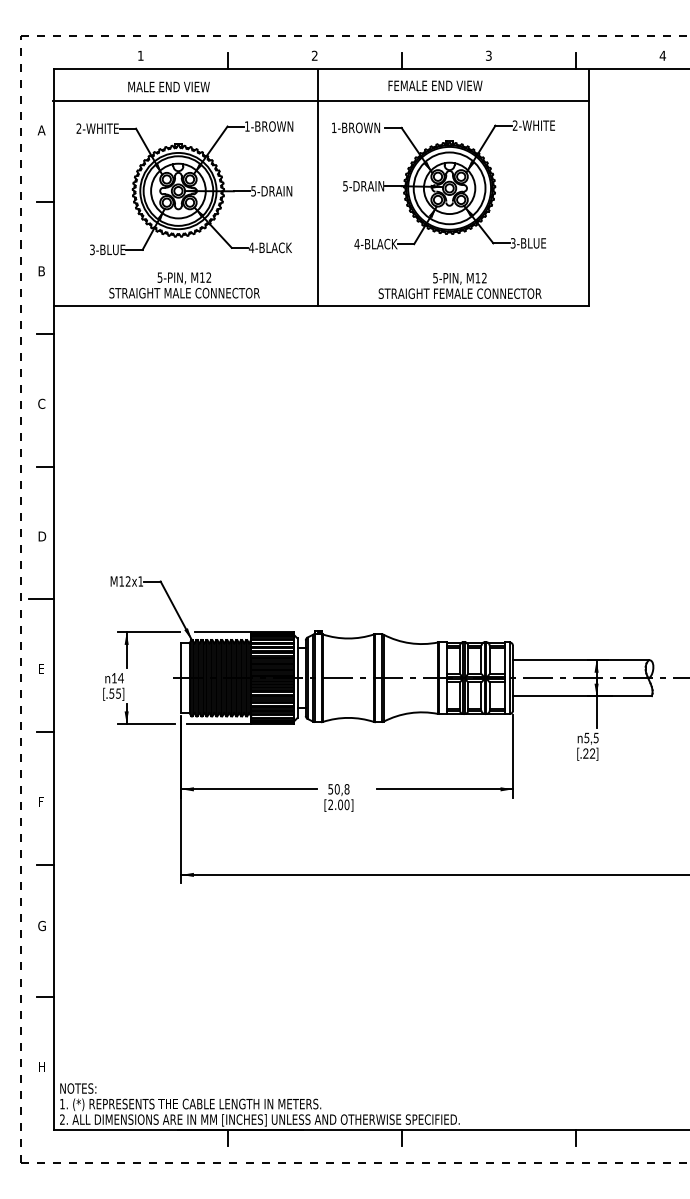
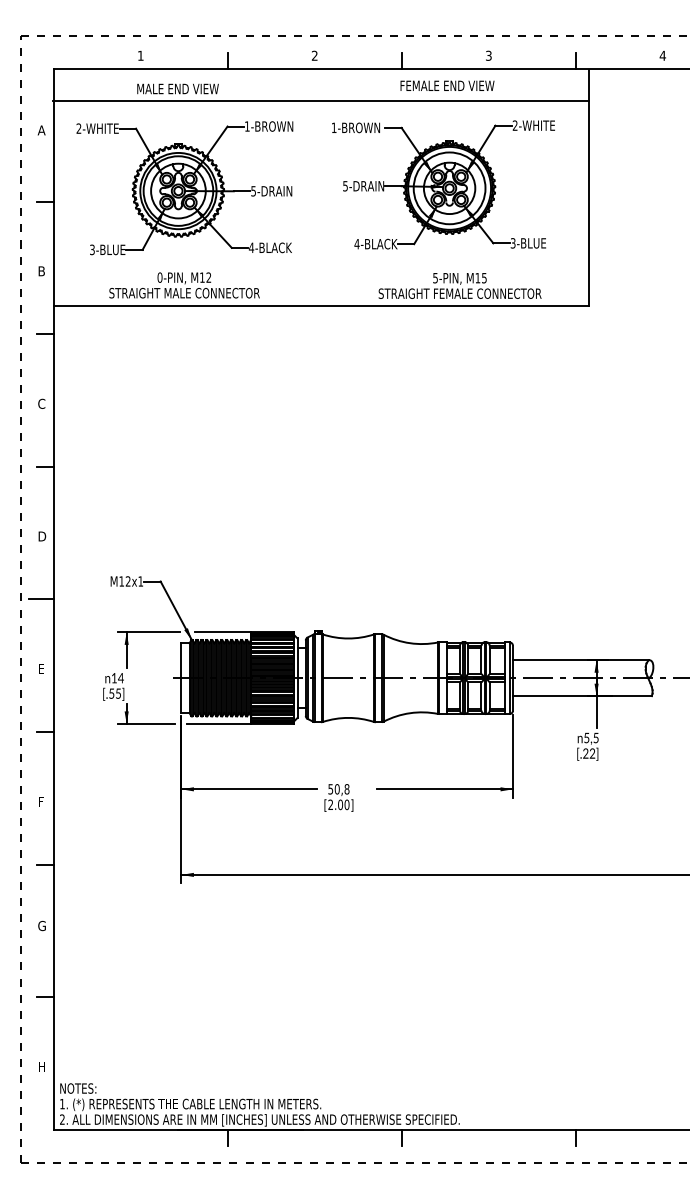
text at (435, 85) position: (435, 85) -> (447, 85)
text at (168, 86) position: (168, 86) -> (177, 88)
line at (317, 187): present -> none
text at (159, 277): 5-PIN, -> 0-PIN,
text at (484, 277): M12 -> M15
